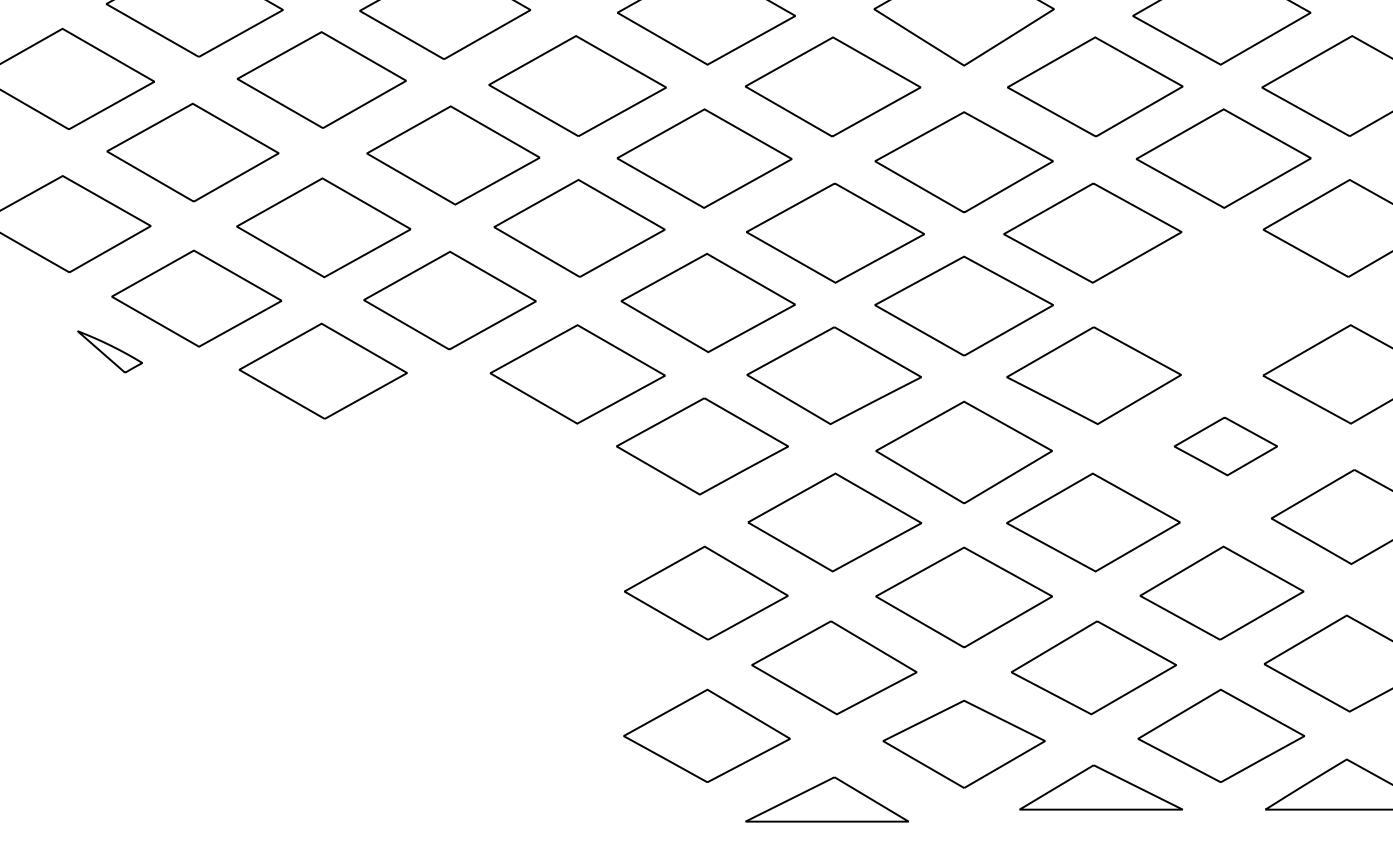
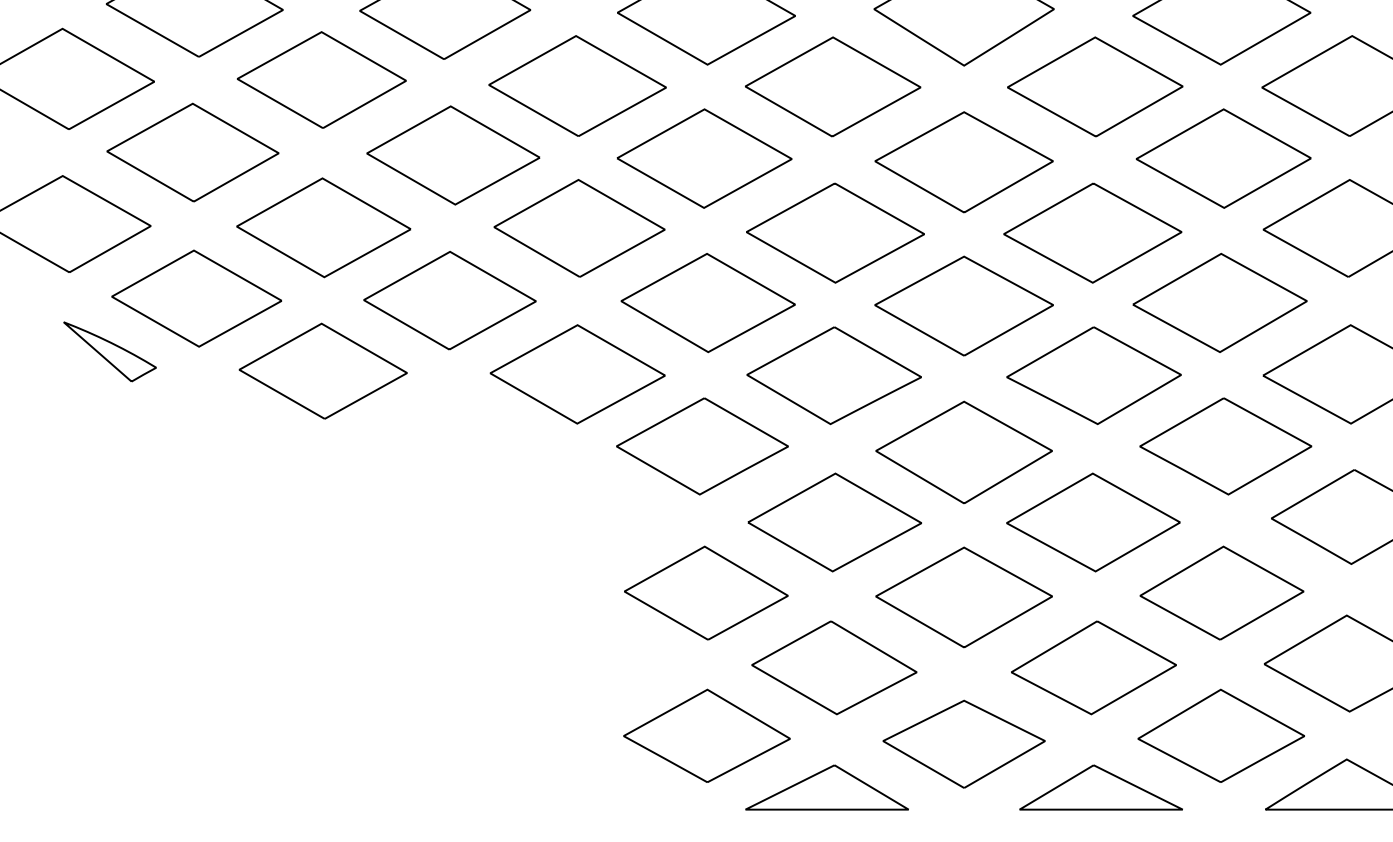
part at (1219, 302): none -> present
part at (109, 351) size: 66x44 px -> 94x62 px
part at (1225, 446) size: 105x61 px -> 174x99 px
part at (826, 799) position: (826, 799) -> (826, 787)
